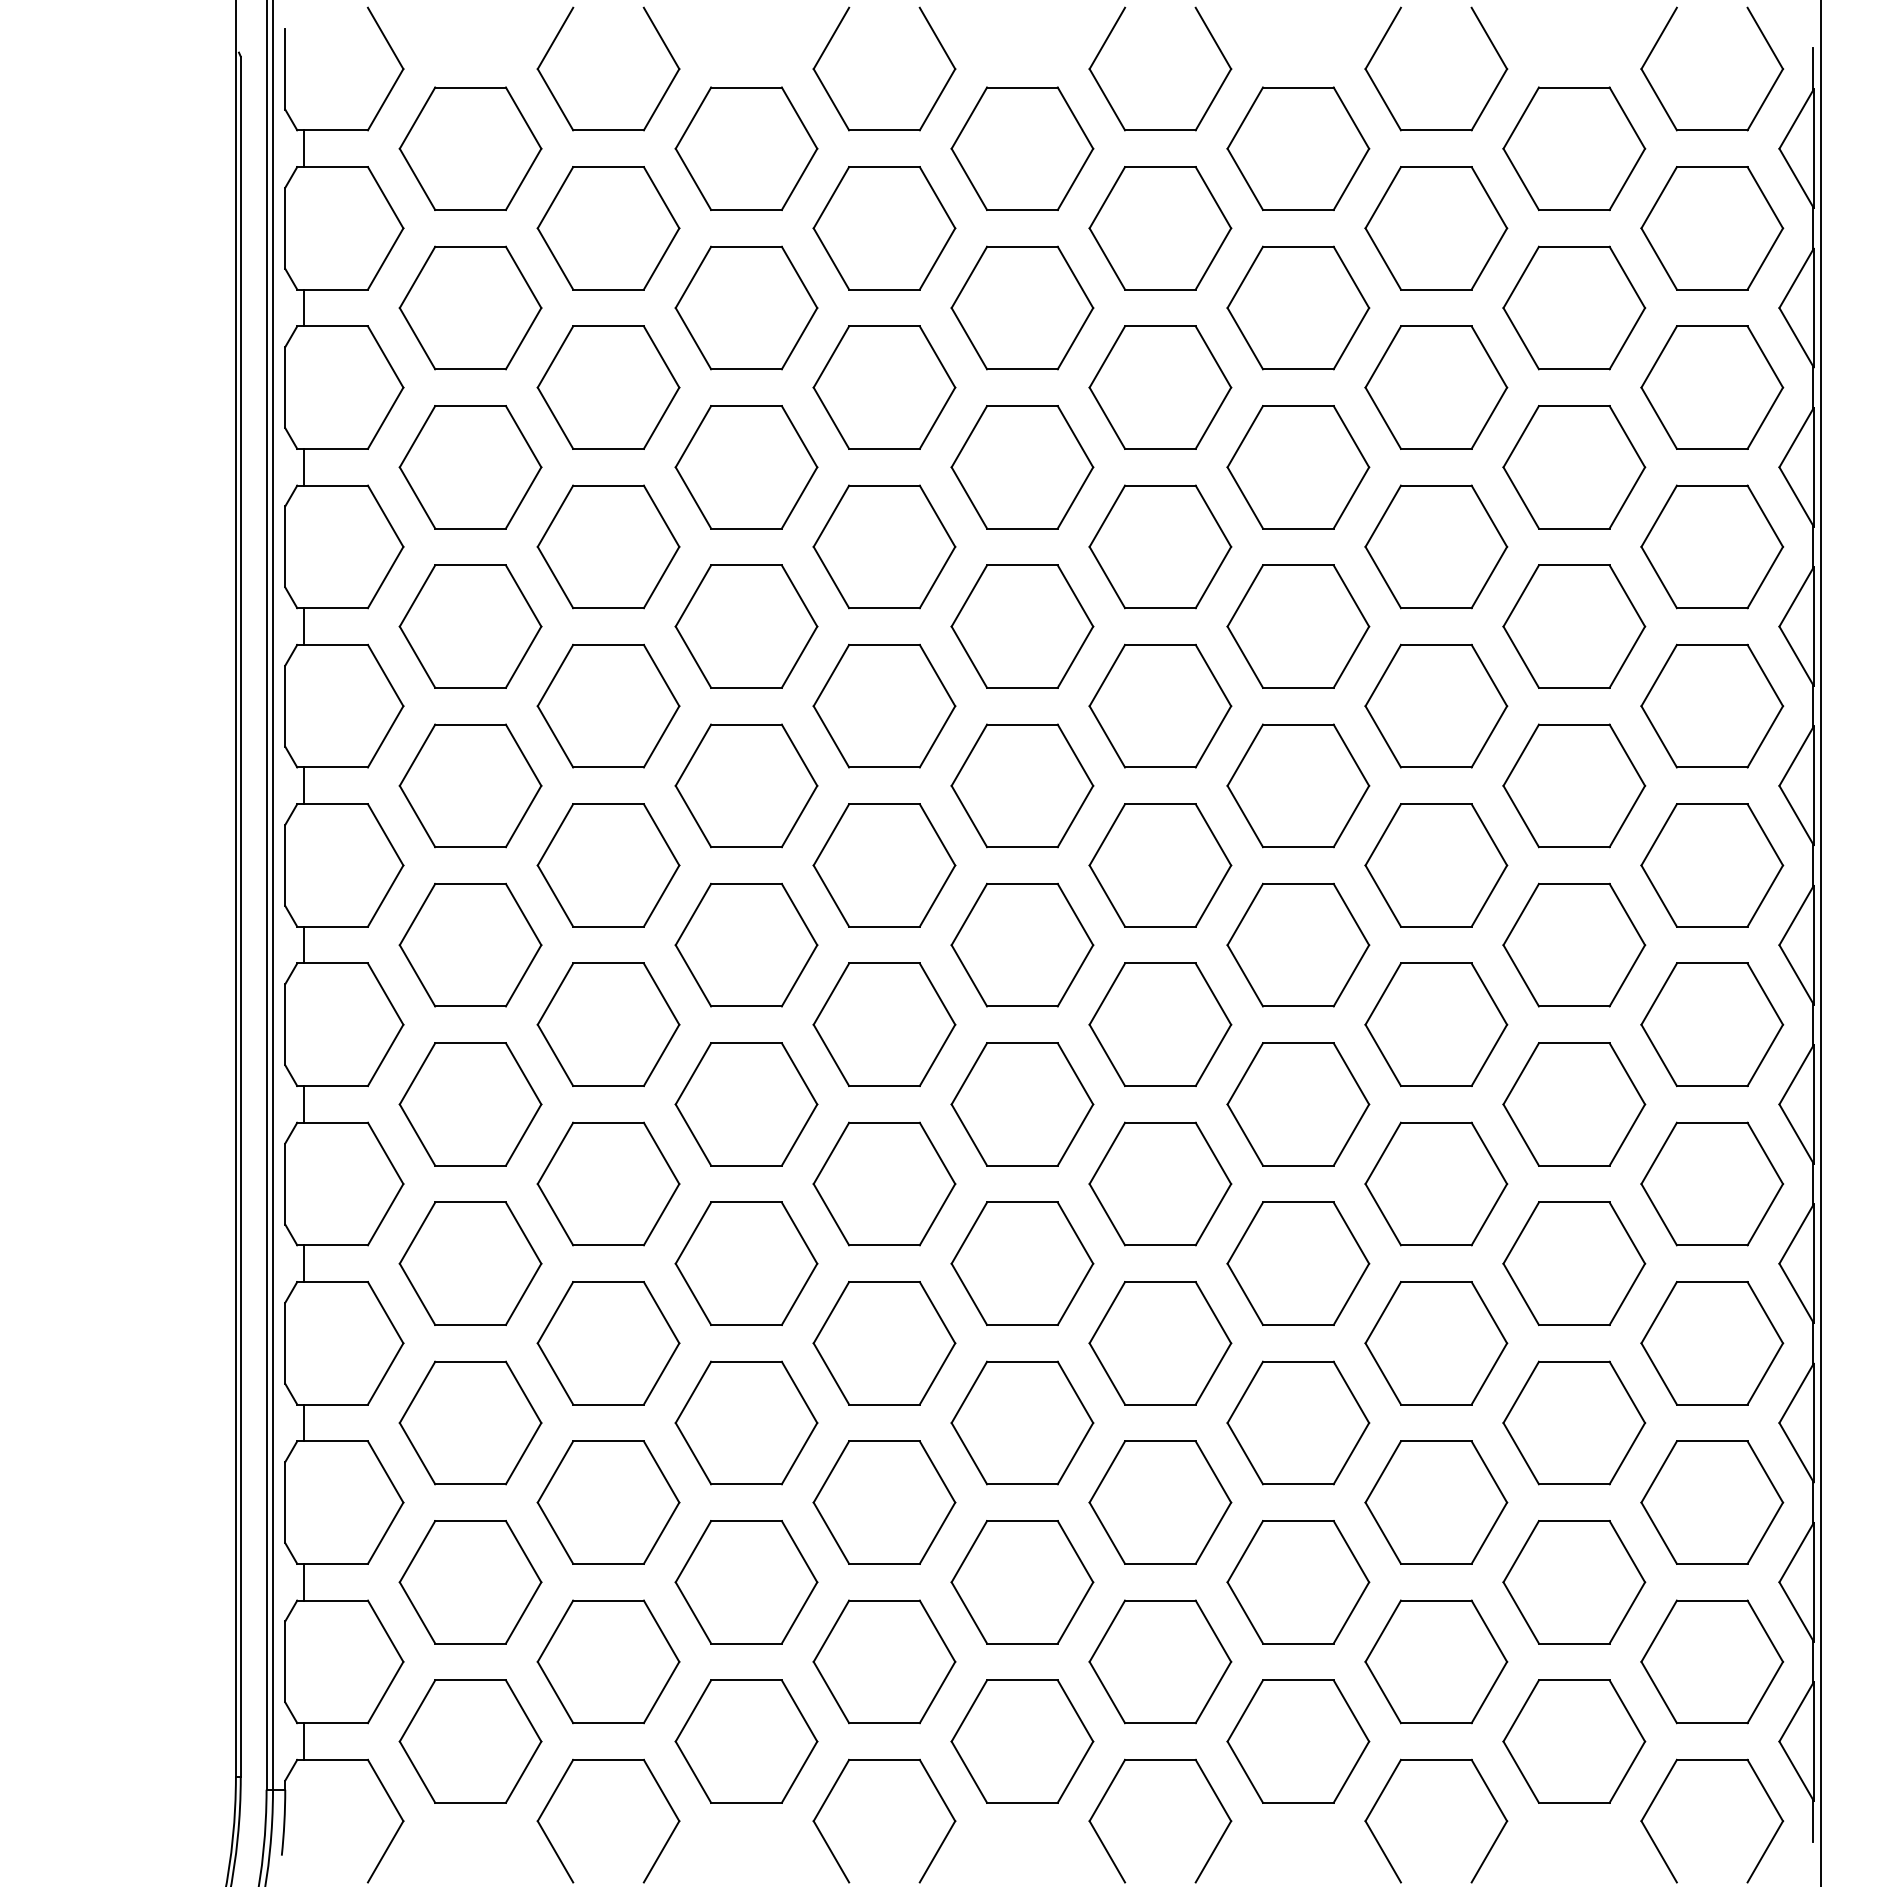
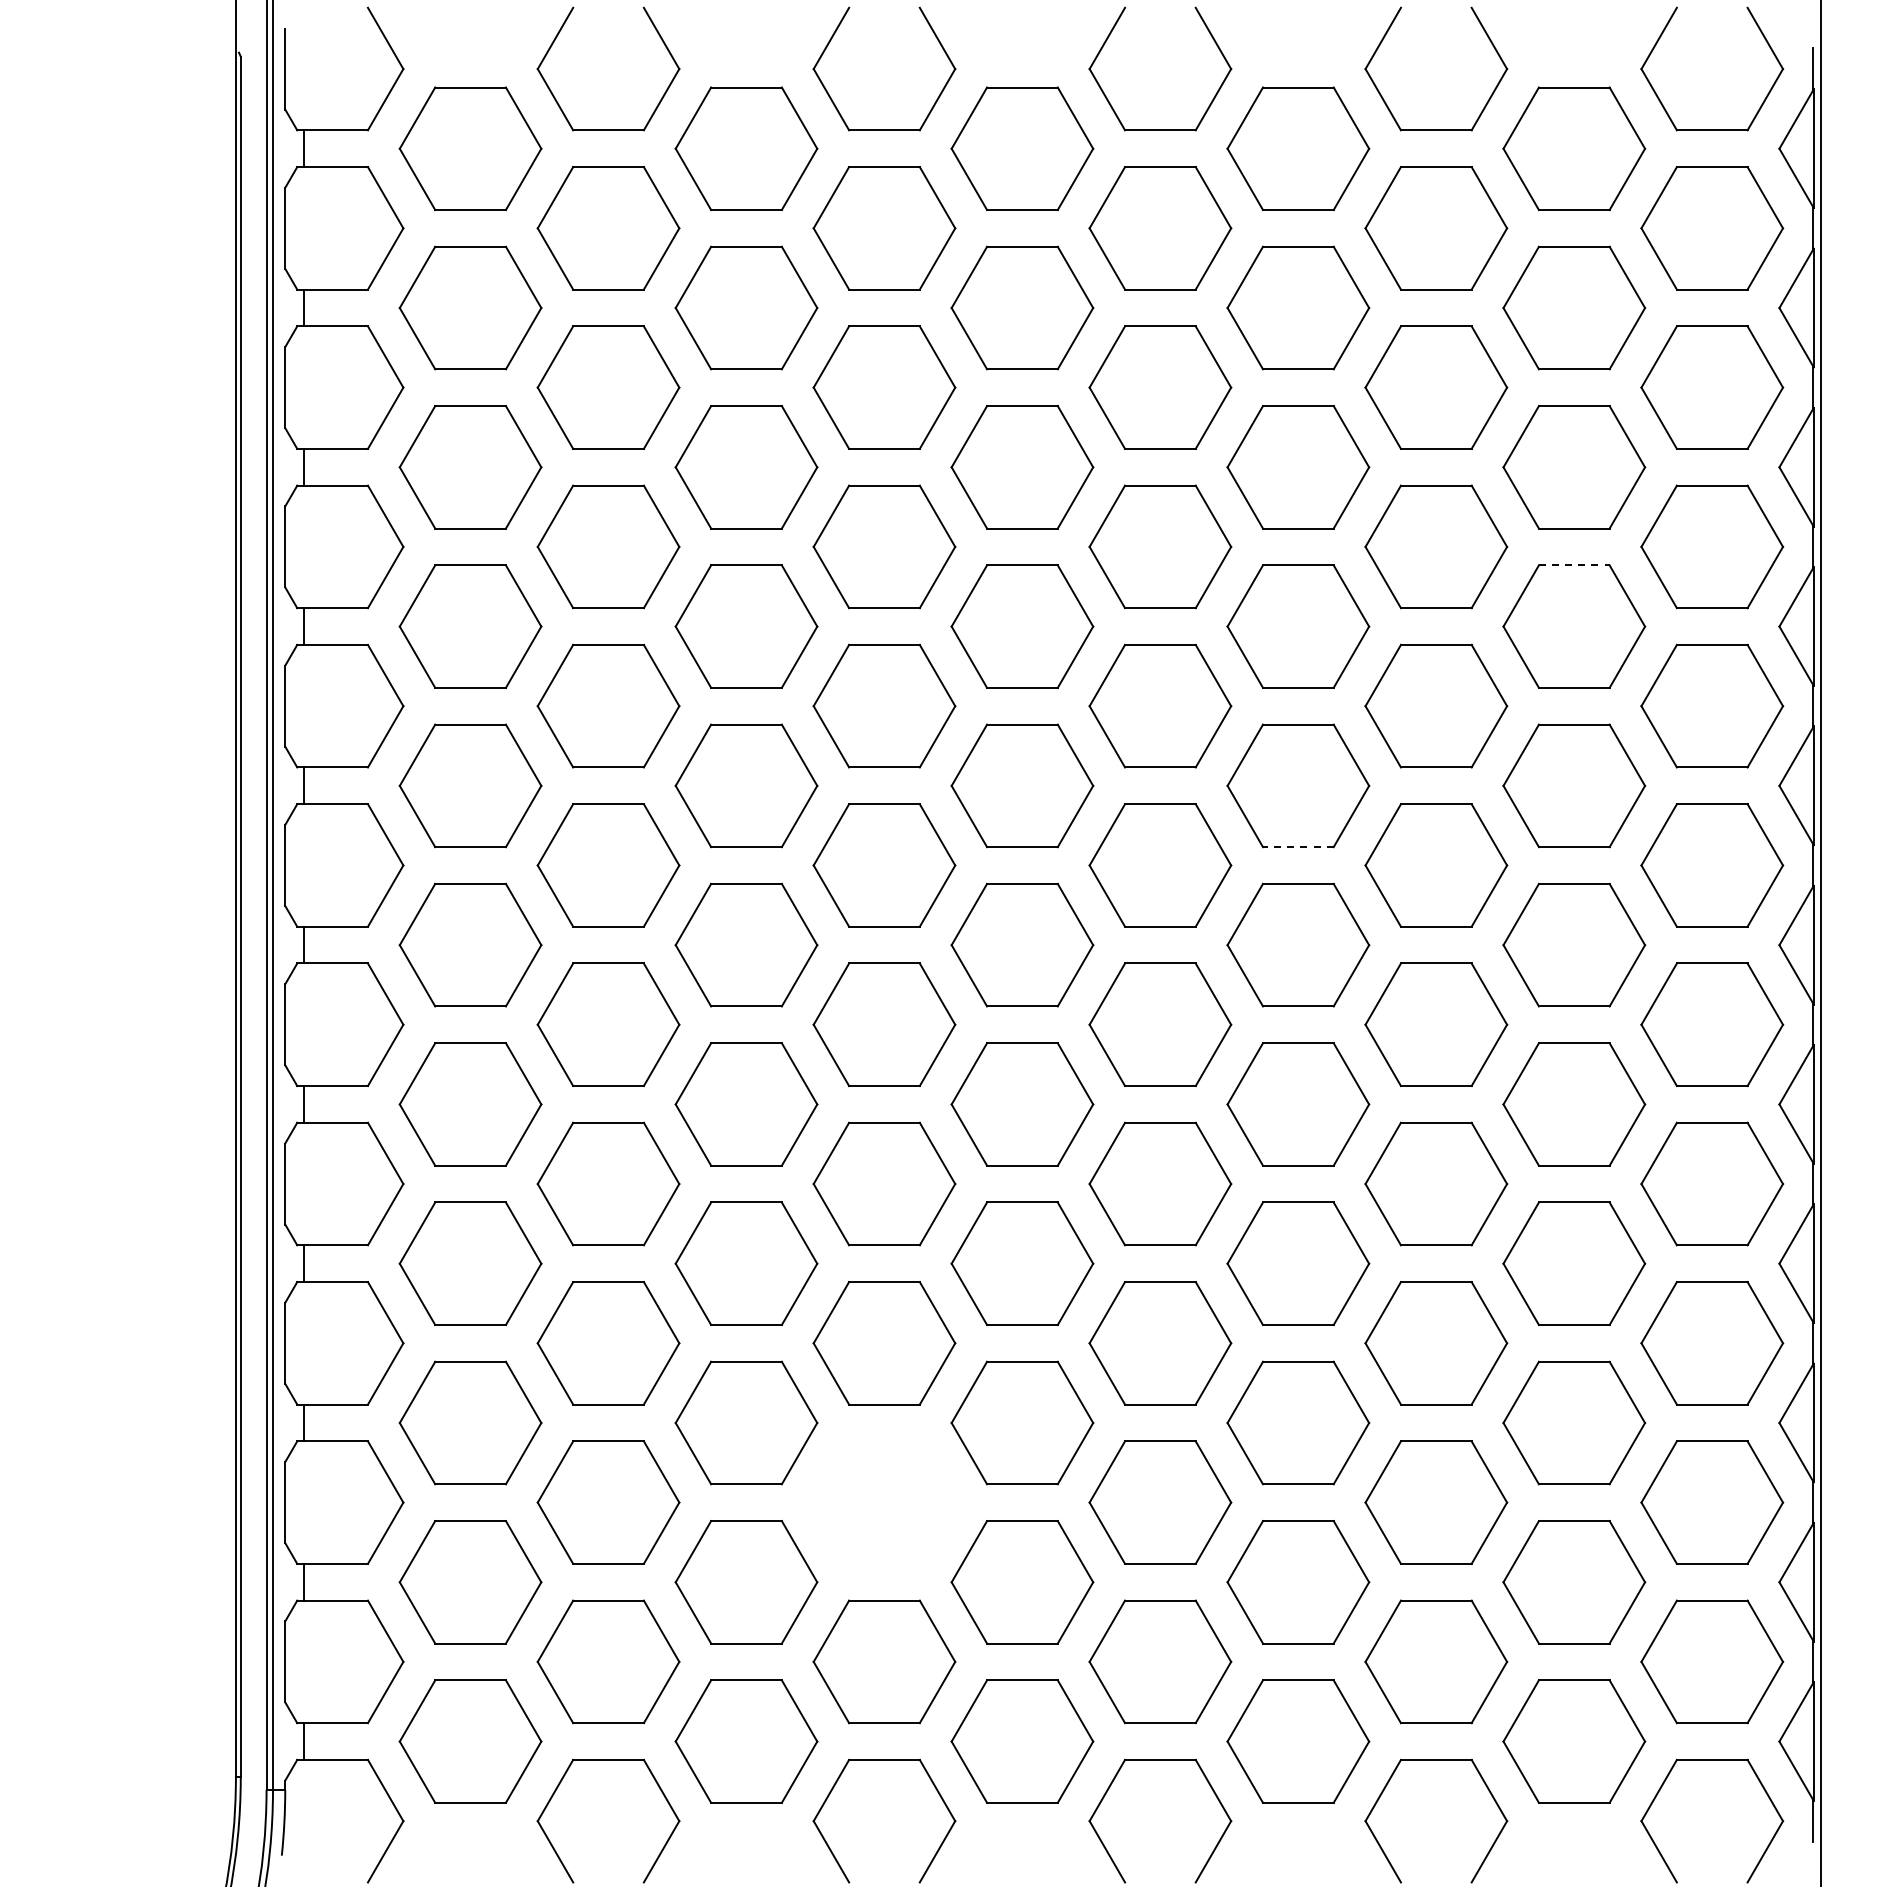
line at (1574, 565): solid -> dashed
line at (1297, 847): solid -> dashed
part at (884, 1502): present -> none
